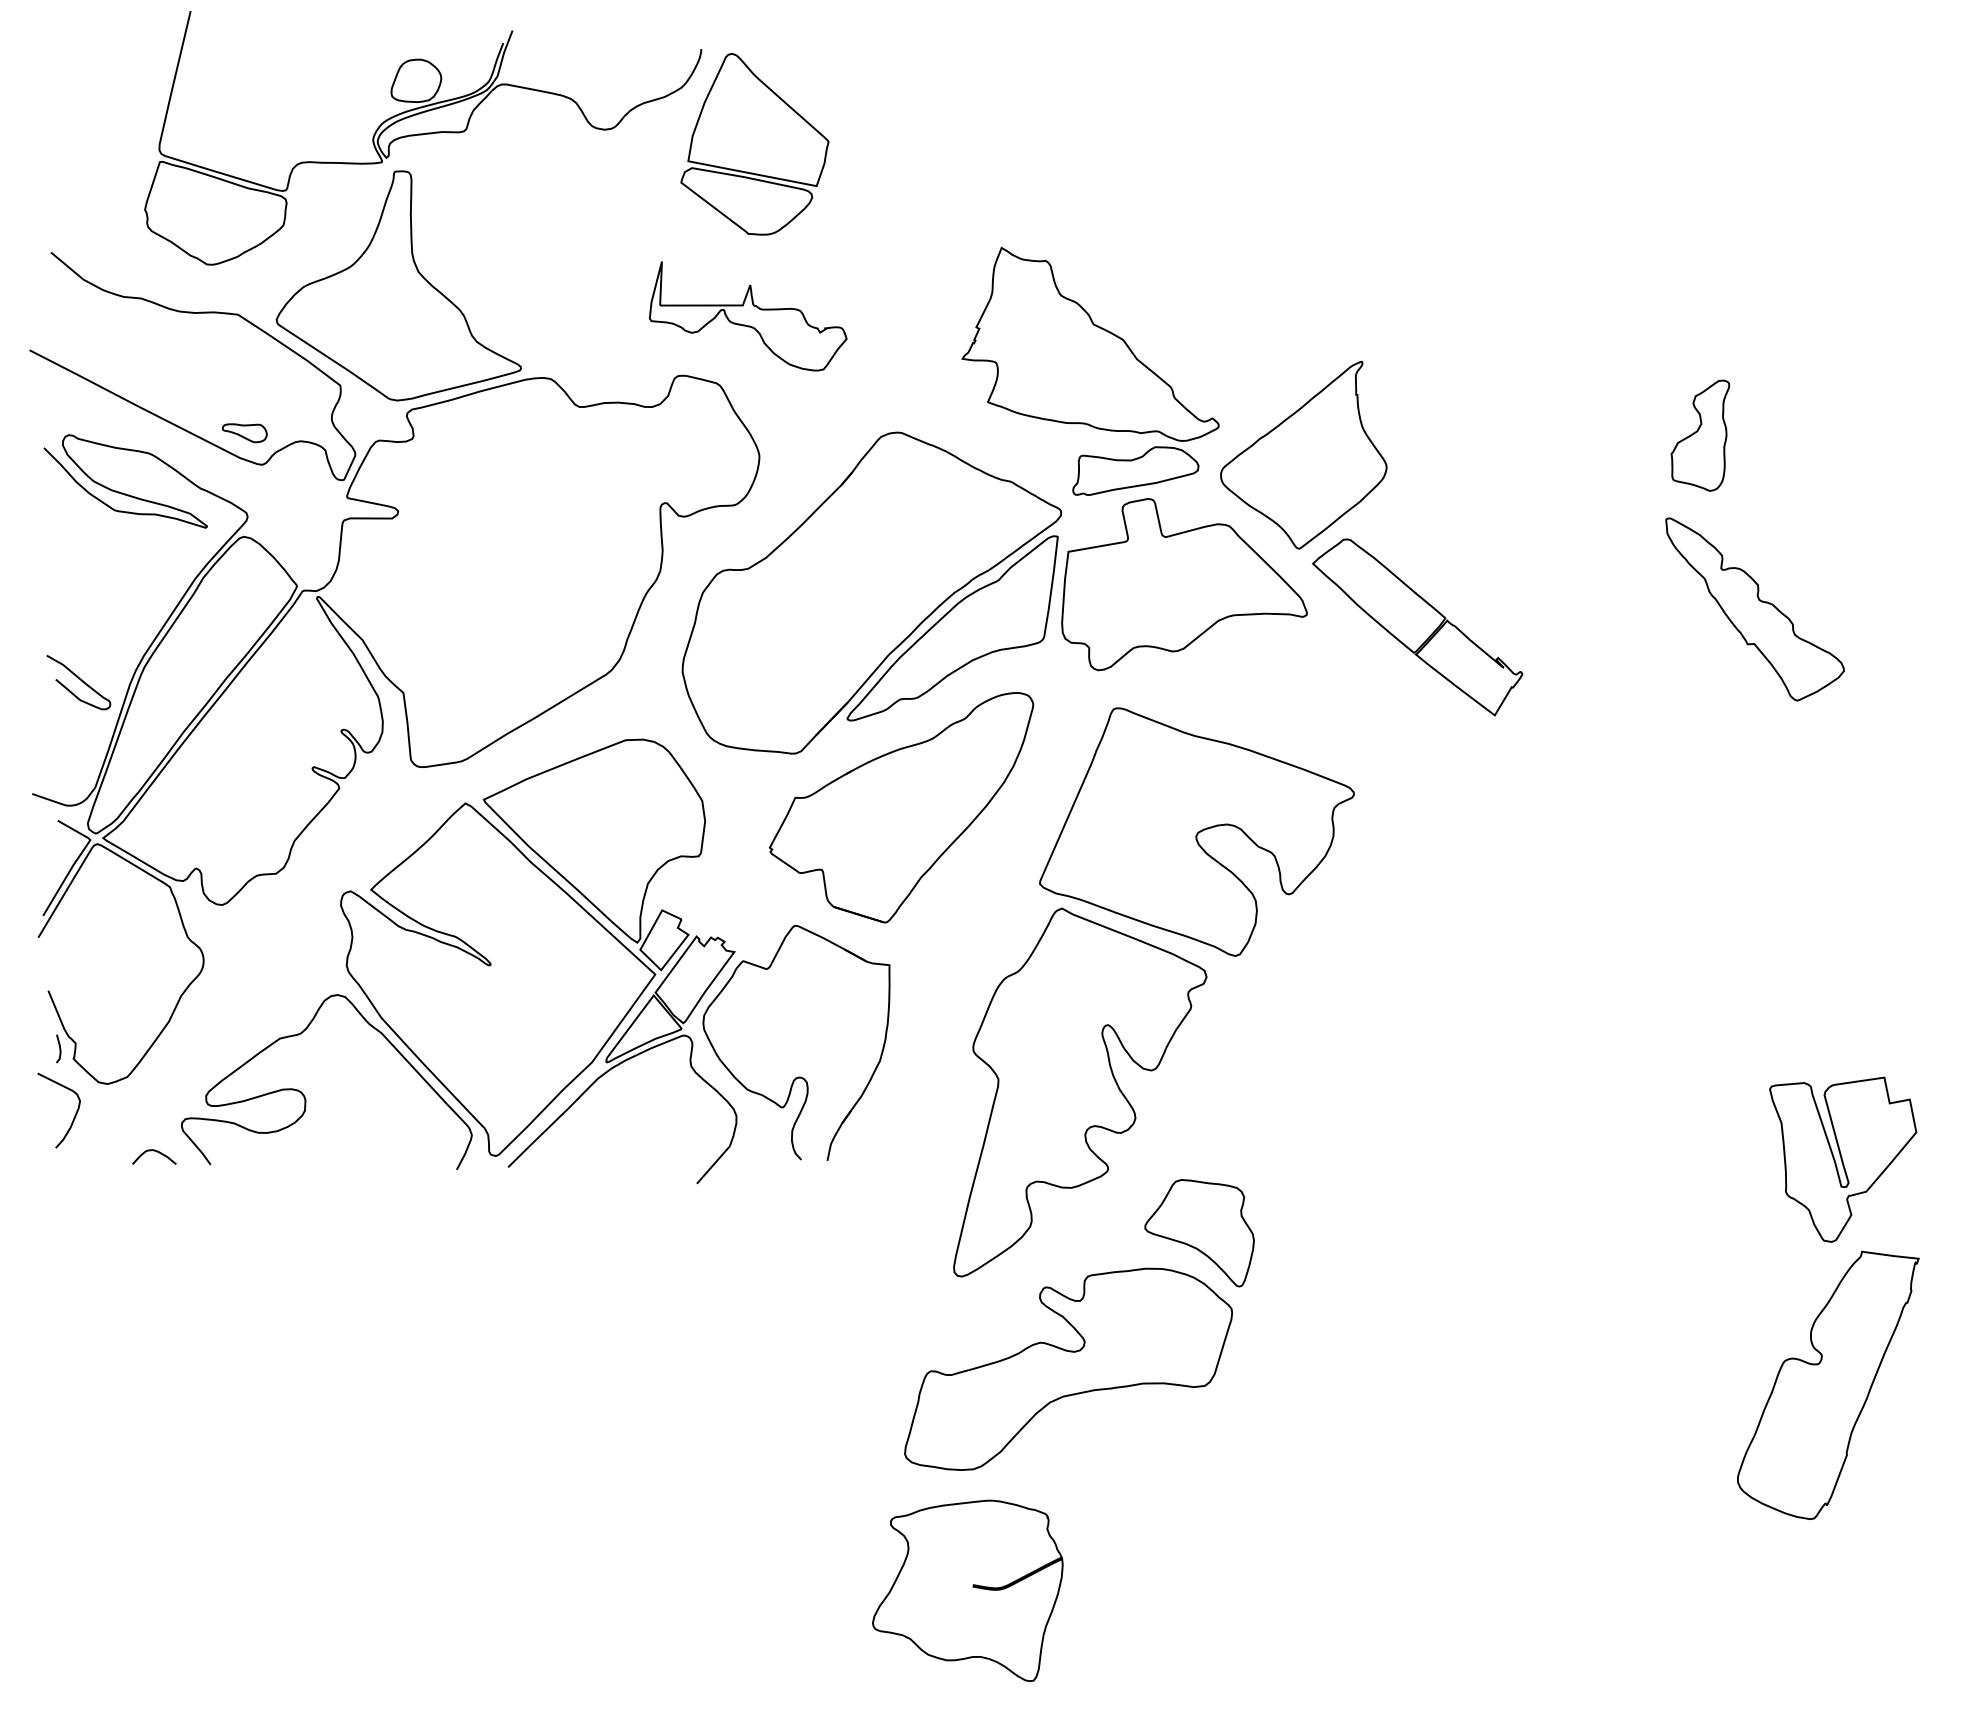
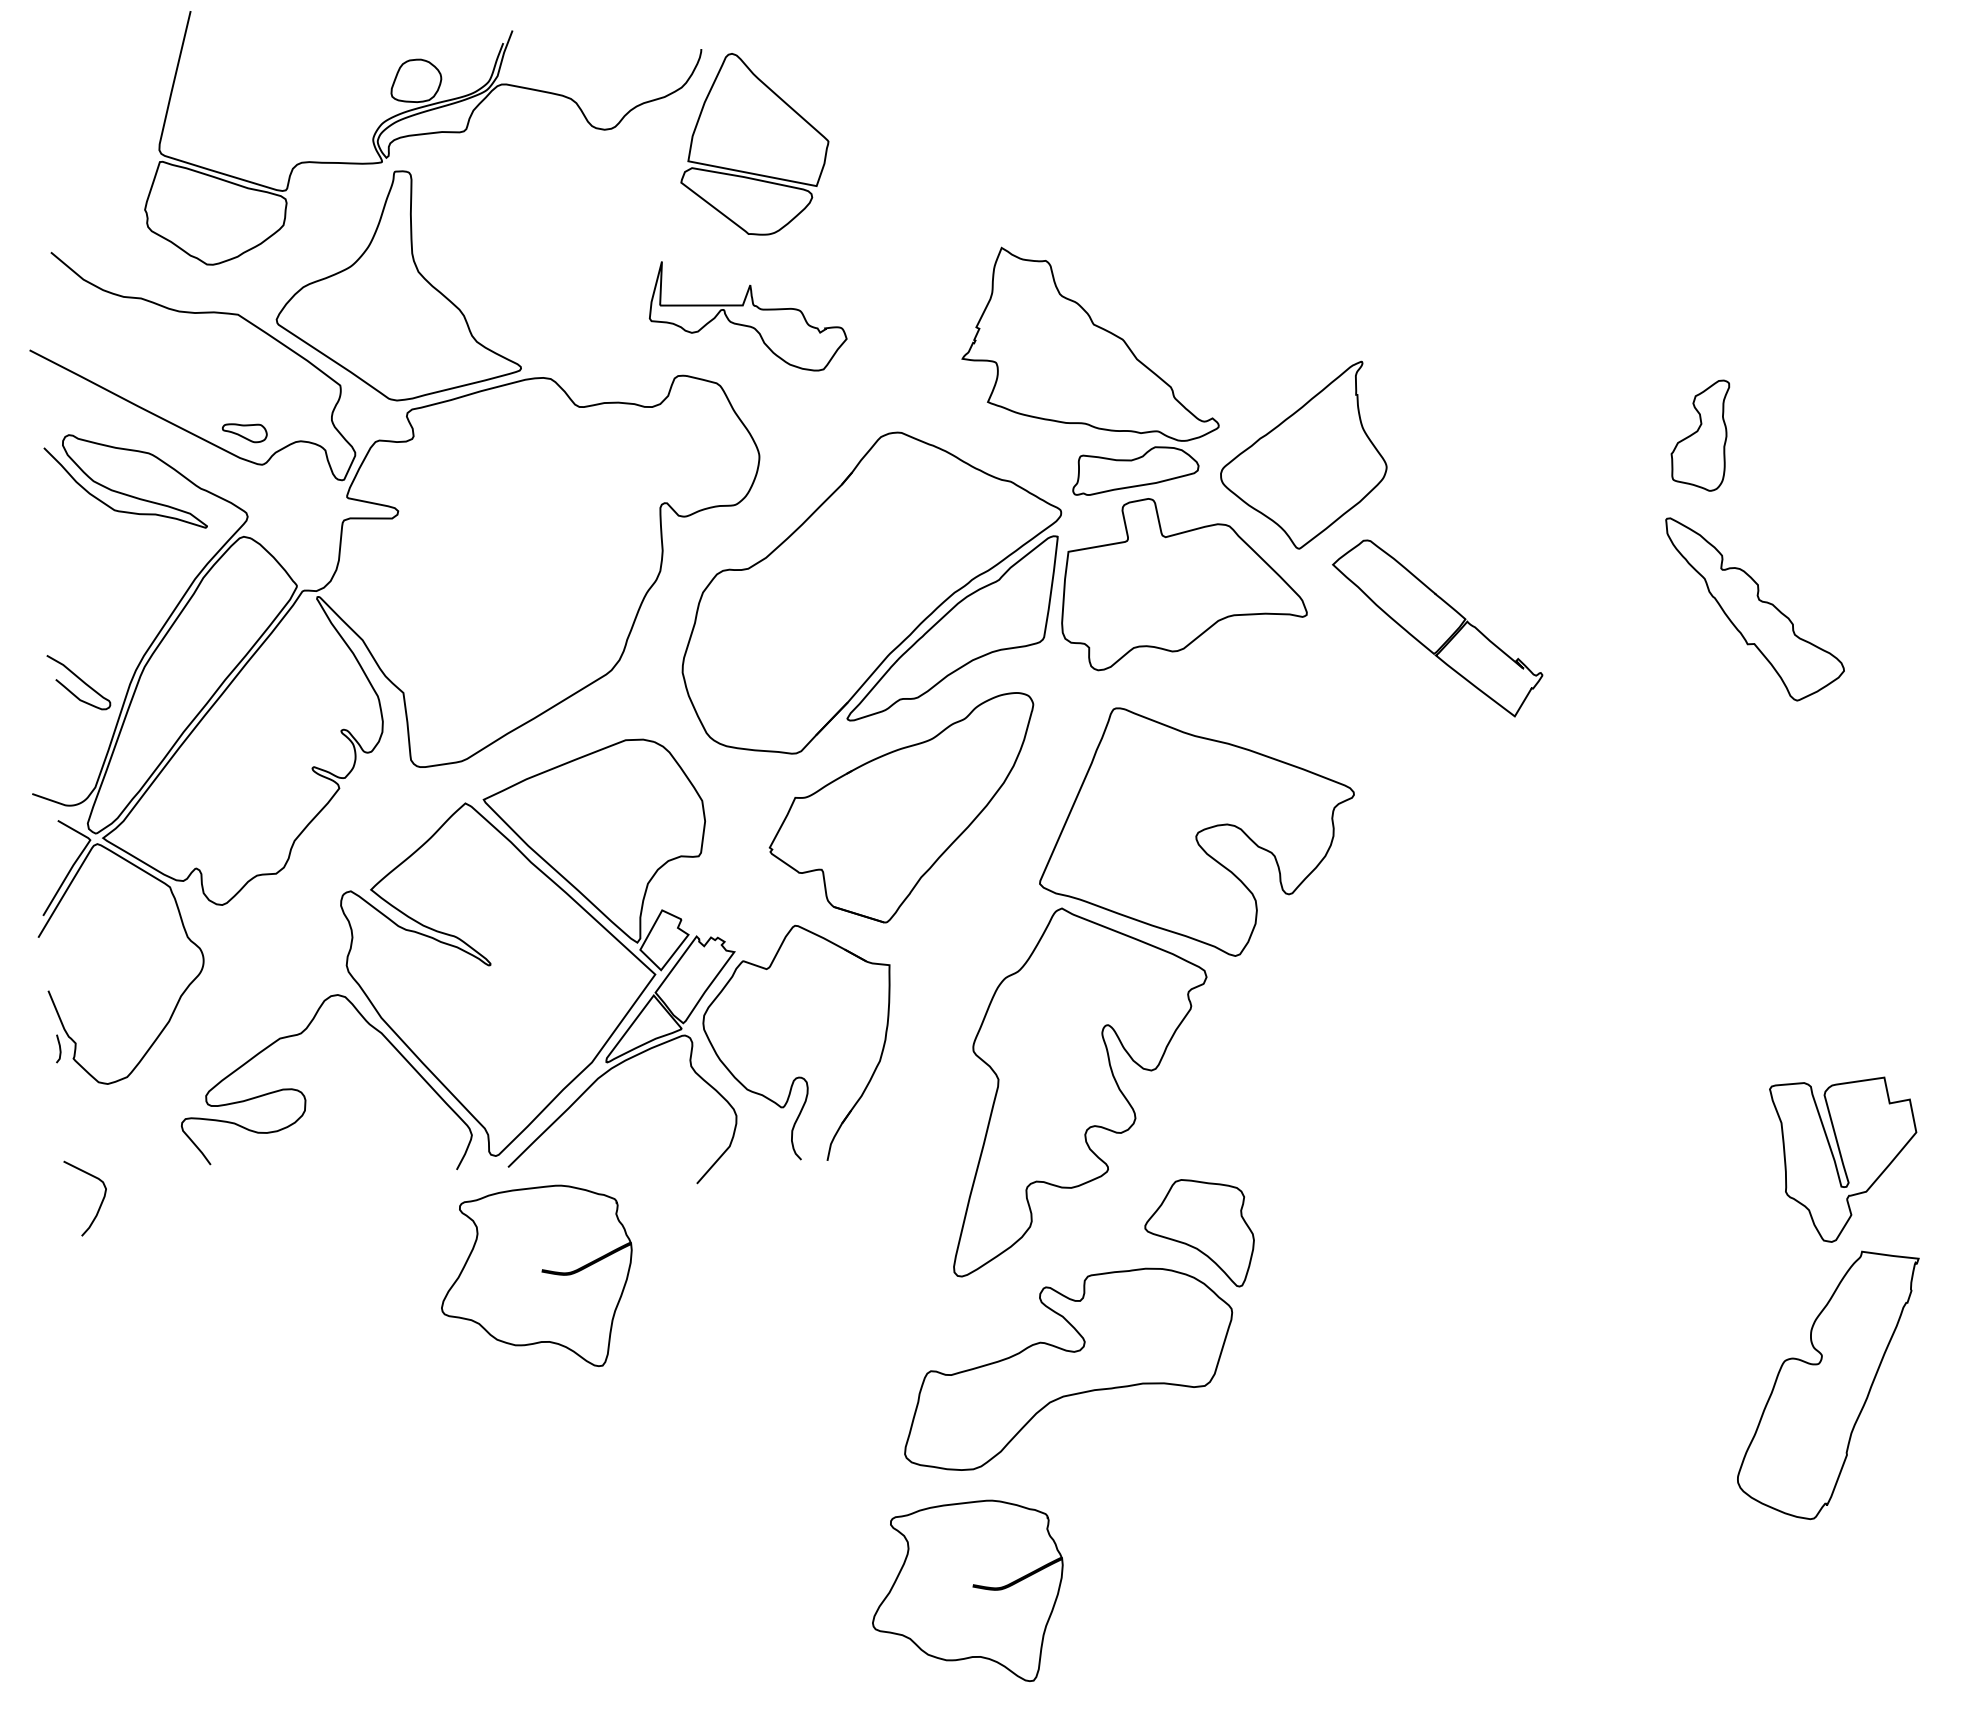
part at (1417, 627) position: (1417, 627) -> (1437, 628)
curve at (73, 1117) position: (73, 1117) -> (99, 1205)
curve at (156, 1152): present -> none
part at (536, 1275): none -> present
